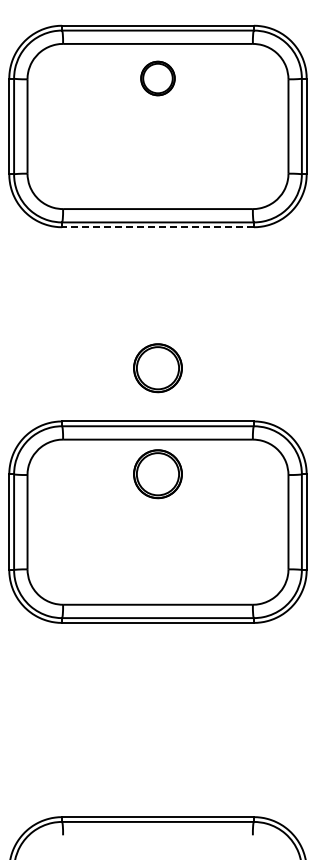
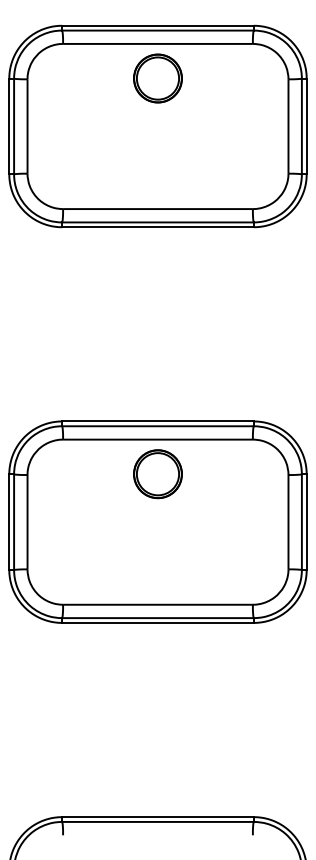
part at (157, 78) size: 36x37 px -> 50x51 px
line at (157, 227): dashed -> solid
part at (157, 368): present -> none
